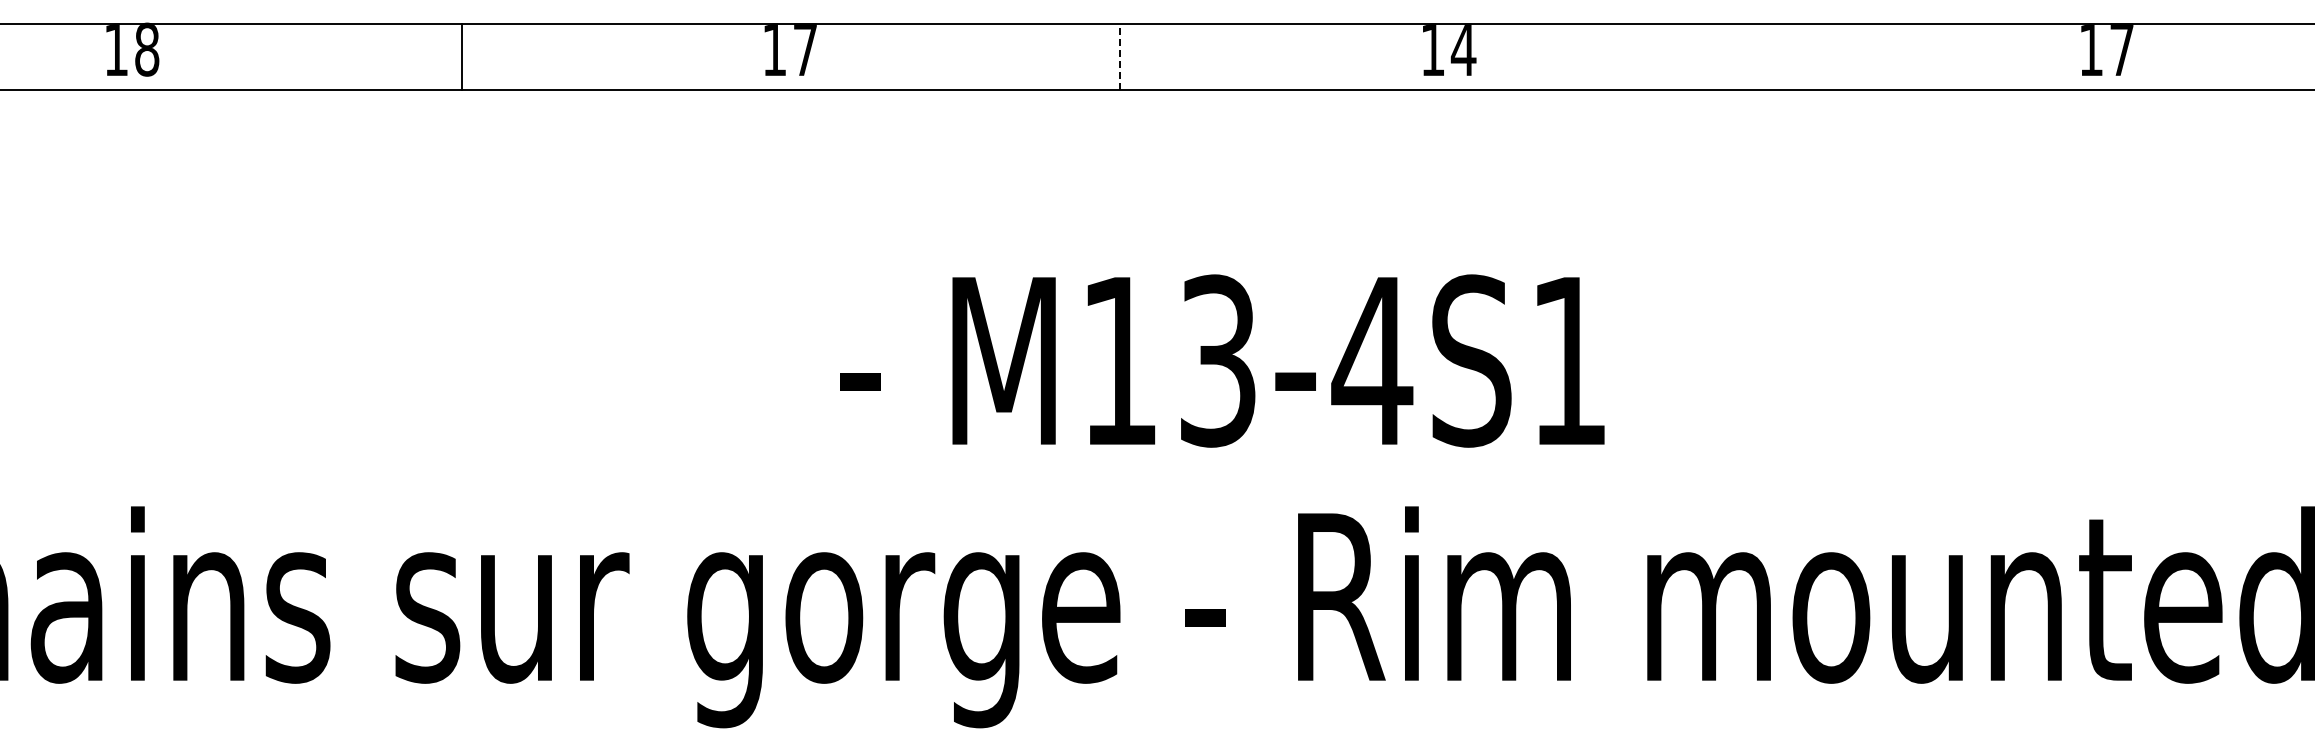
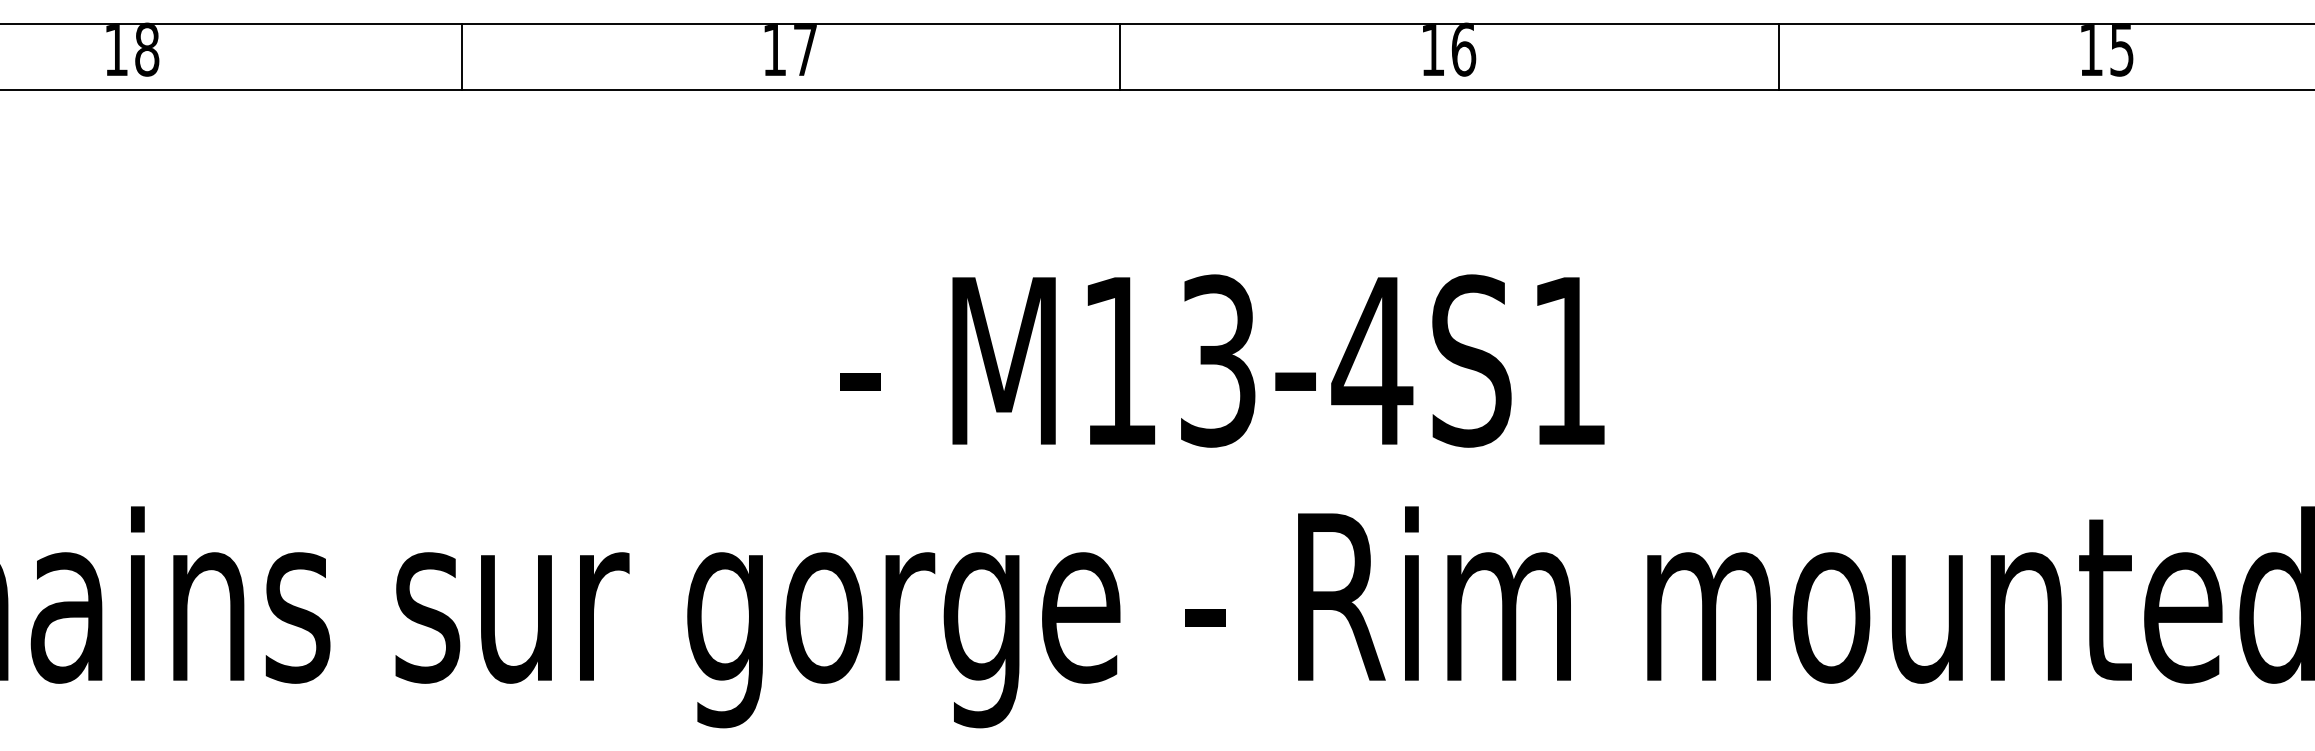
text at (1463, 49): 14 -> 16
text at (2121, 50): 17 -> 15
line at (1120, 57): dashed -> solid
line at (1778, 57): none -> present
